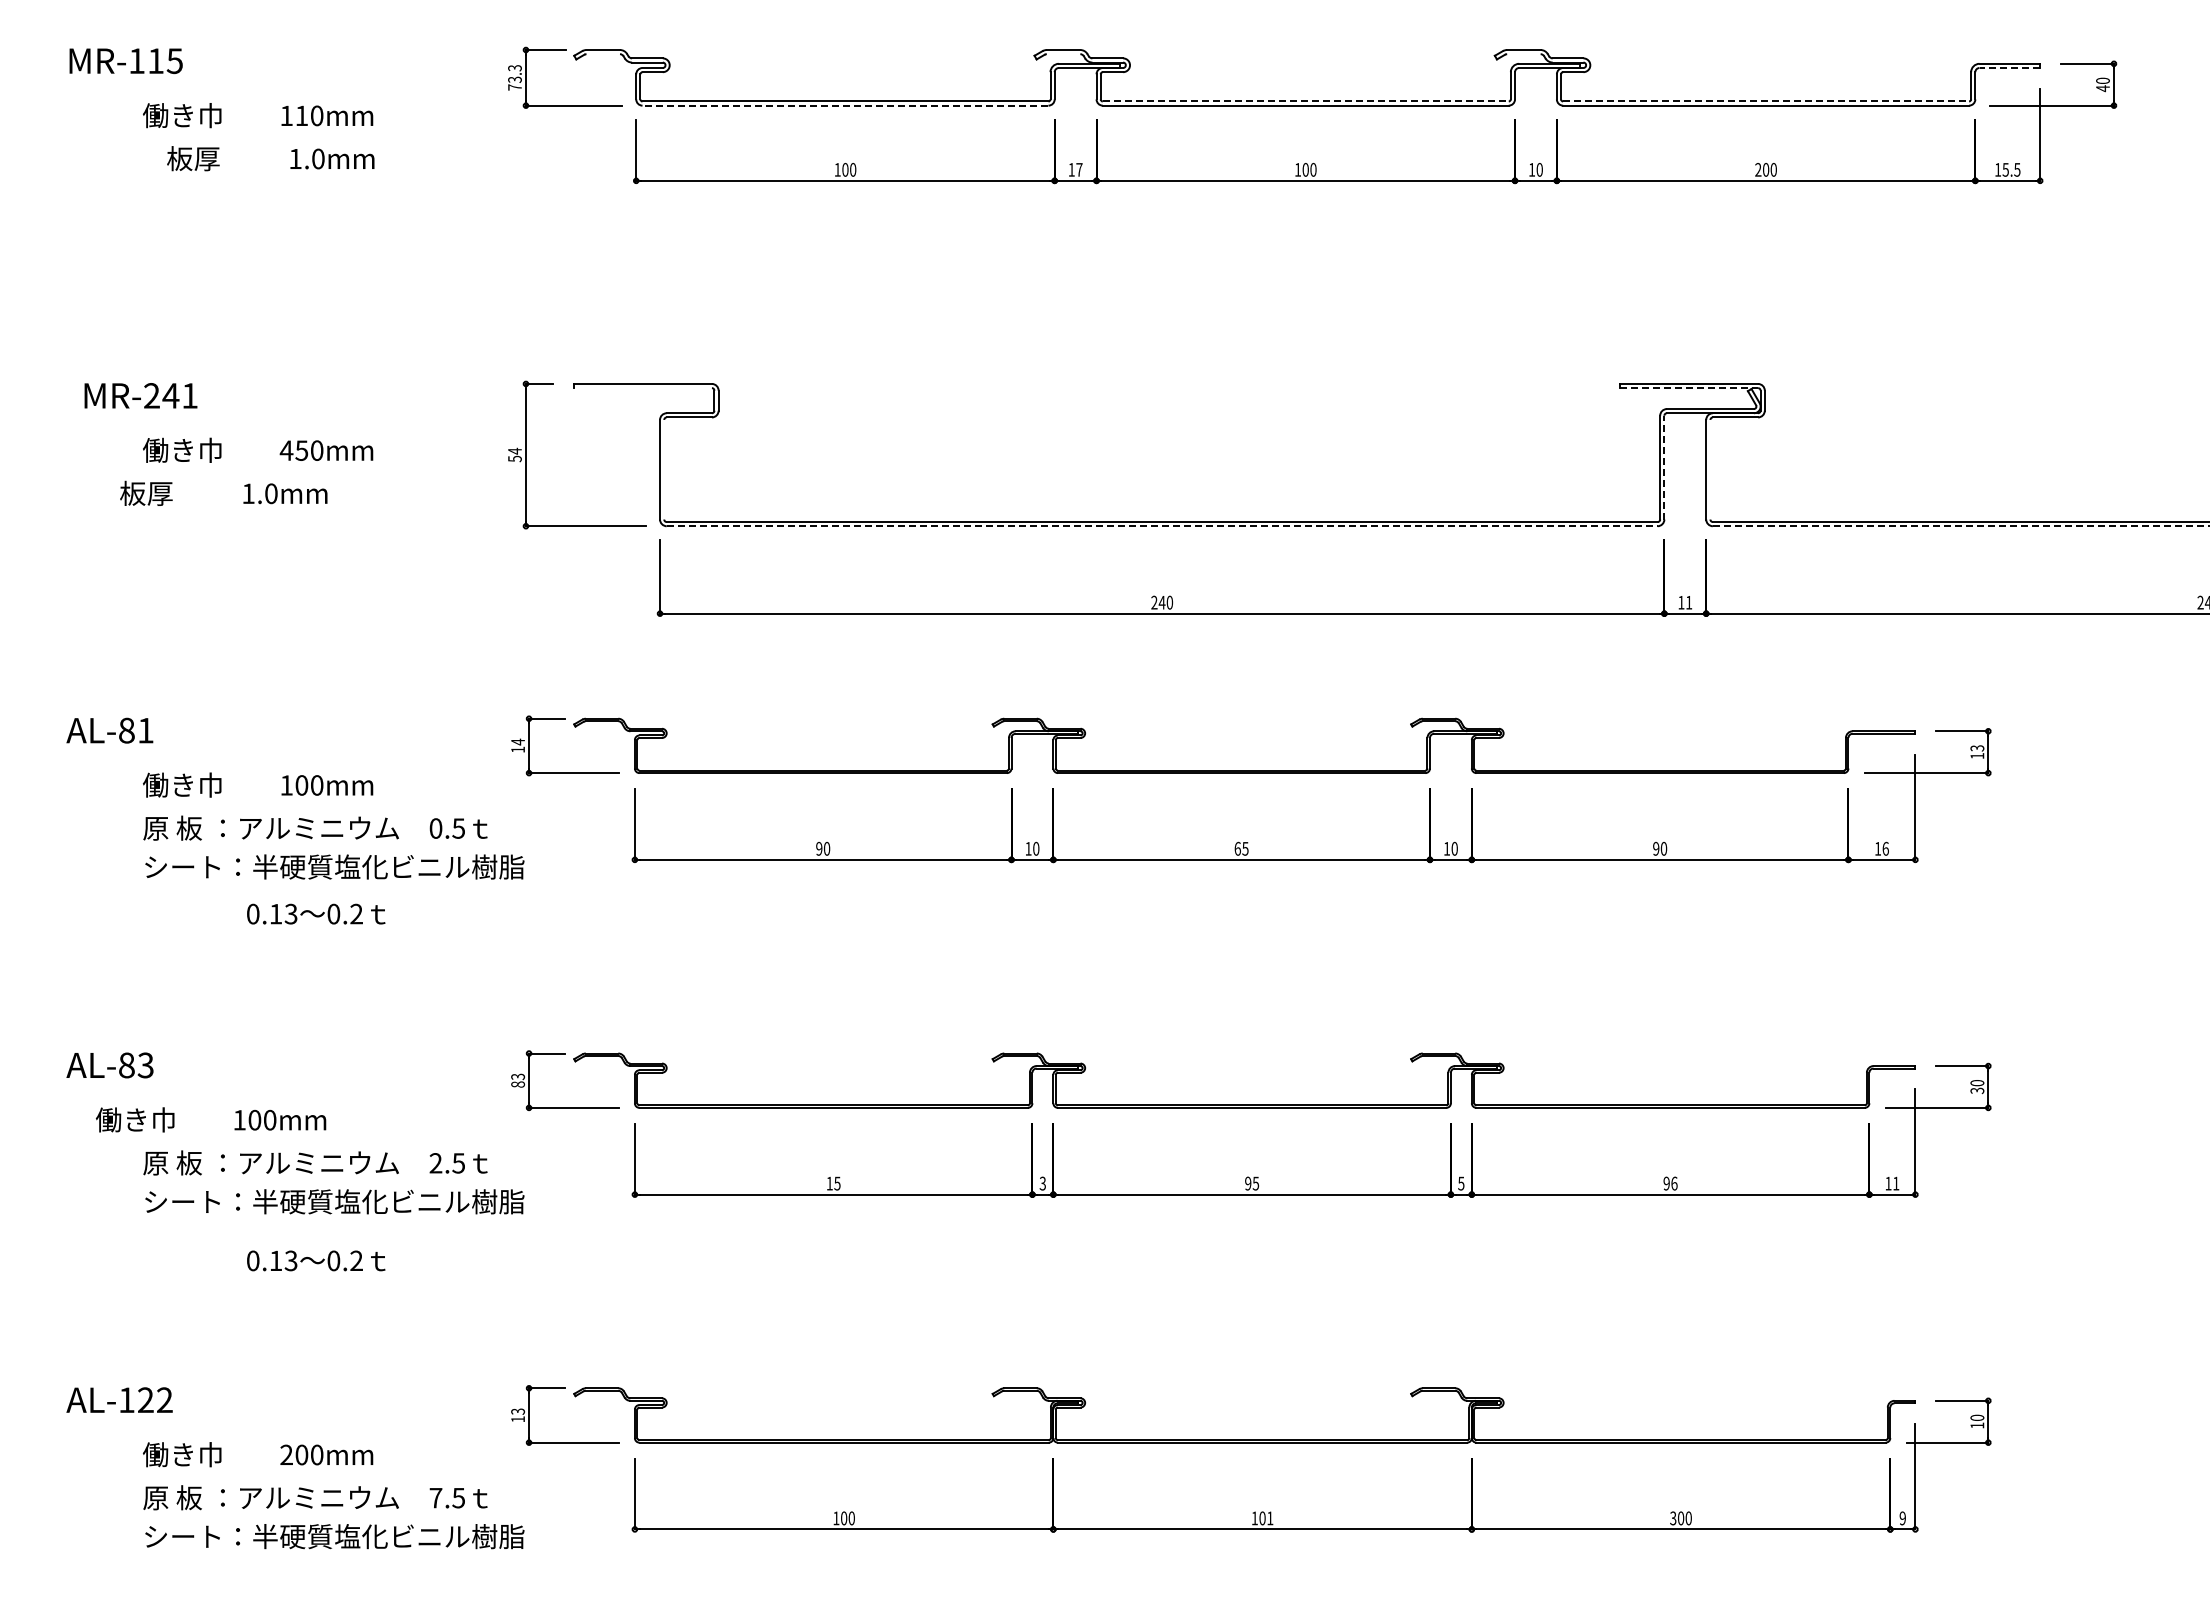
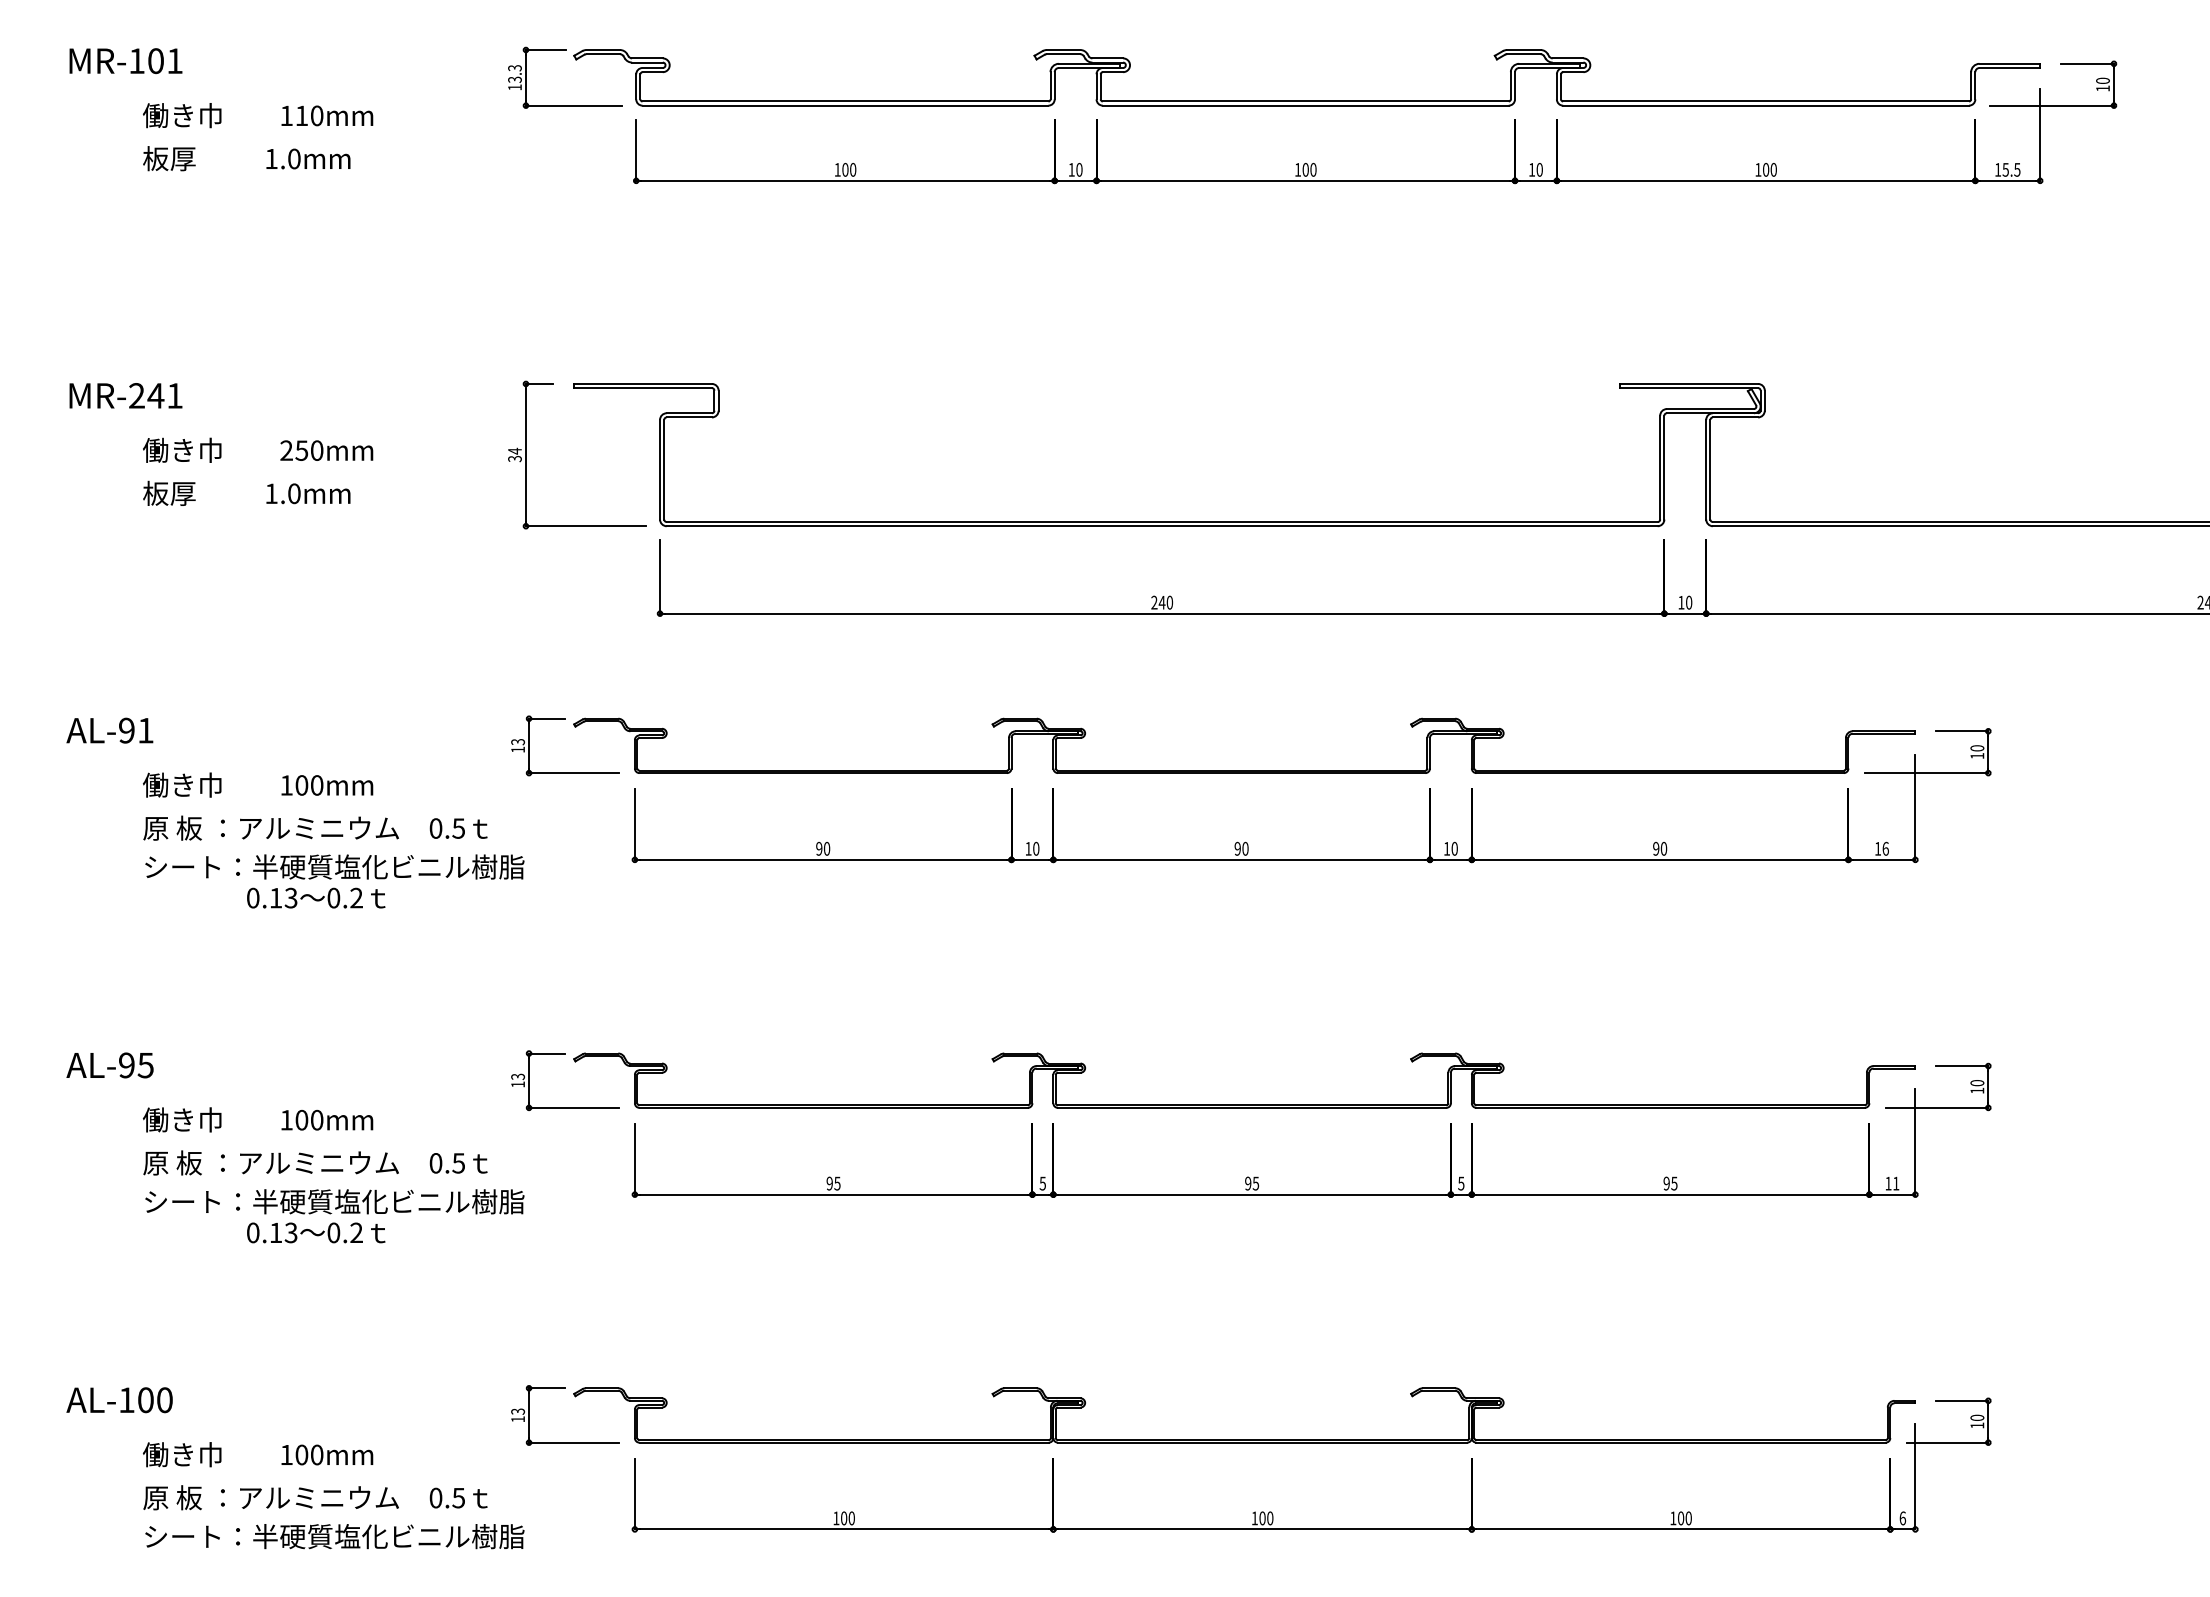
line at (603, 54): none -> present
line at (1063, 54): none -> present
line at (1523, 54): none -> present
text at (165, 61): MR-115 -> MR-101
line at (2009, 68): dashed -> solid
text at (514, 87): 73.3 -> 13.3
text at (2102, 88): 40 -> 10
line at (1305, 101): dashed -> solid
line at (1766, 101): dashed -> solid
line at (845, 105): dashed -> solid
text at (270, 158) position: (270, 158) -> (246, 158)
text at (1079, 169): 17 -> 10
text at (1758, 169): 200 -> 100
line at (642, 388): none -> present
line at (1689, 388): dashed -> solid
text at (140, 395) position: (140, 395) -> (125, 395)
text at (286, 450): 450mm -> 250mm
text at (514, 458): 54 -> 34
line at (1664, 467): dashed -> solid
line at (664, 469): none -> present
line at (1710, 469): none -> present
text at (223, 492) position: (223, 492) -> (246, 492)
line at (1162, 526): dashed -> solid
line at (1961, 526): dashed -> solid
text at (1689, 602): 11 -> 10
text at (126, 730): AL-81 -> AL-91
text at (518, 741): 14 -> 13
text at (1977, 748): 13 -> 10
text at (1241, 848): 65 -> 90
text at (316, 913) position: (316, 913) -> (316, 897)
text at (136, 1065): AL-83 -> AL-95
text at (518, 1084): 83 -> 13
text at (1977, 1090): 30 -> 10
text at (211, 1119) position: (211, 1119) -> (258, 1119)
text at (435, 1163): 2.5 -> 0.5
text at (1042, 1182): 3 -> 5
text at (829, 1183): 15 -> 95
text at (1674, 1183): 96 -> 95
text at (316, 1260) position: (316, 1260) -> (316, 1232)
text at (155, 1400): AL-122 -> AL-100
text at (286, 1454): 200mm -> 100mm
text at (435, 1497): 7.5 -> 0.5
text at (1270, 1518): 101 -> 100
text at (1673, 1518): 300 -> 100
text at (1902, 1518): 9 -> 6
